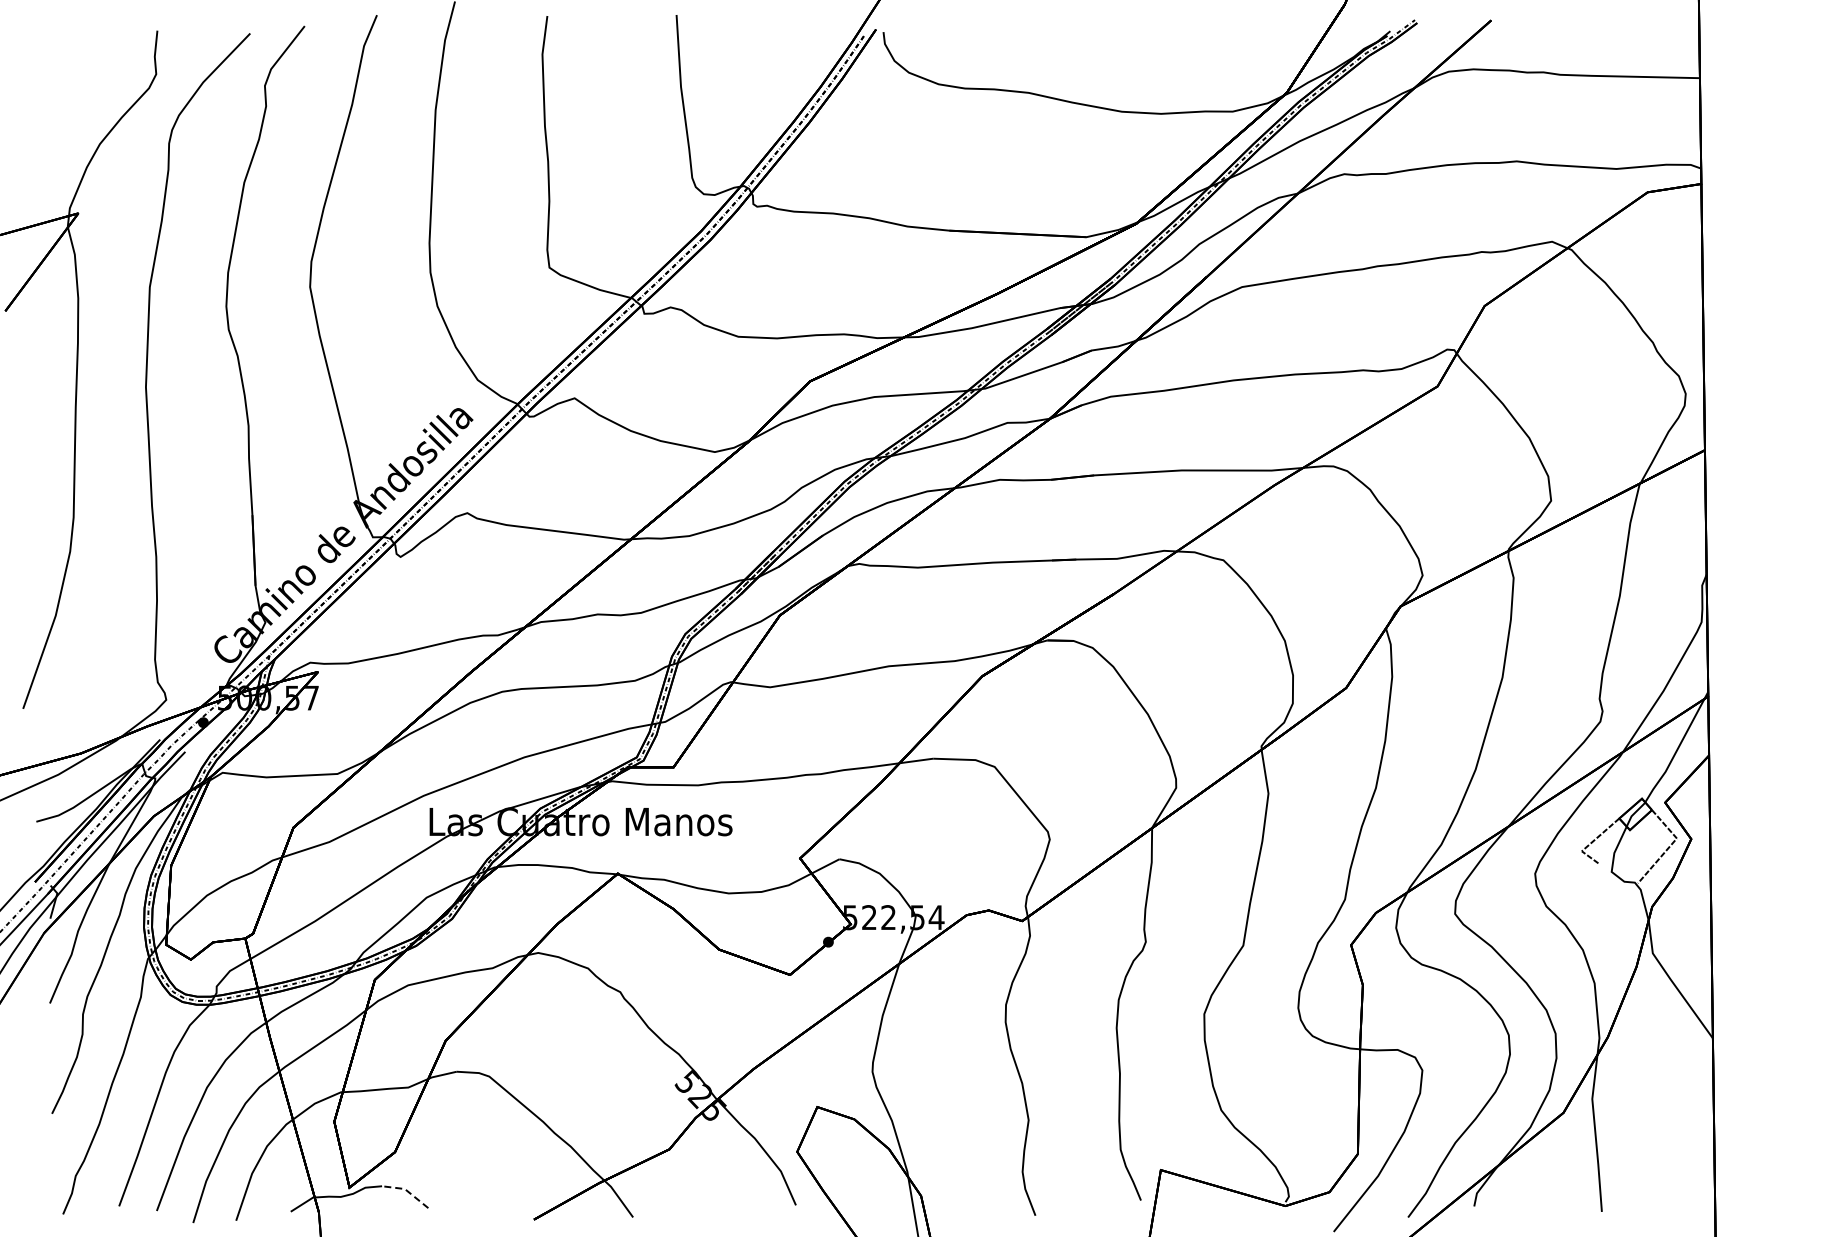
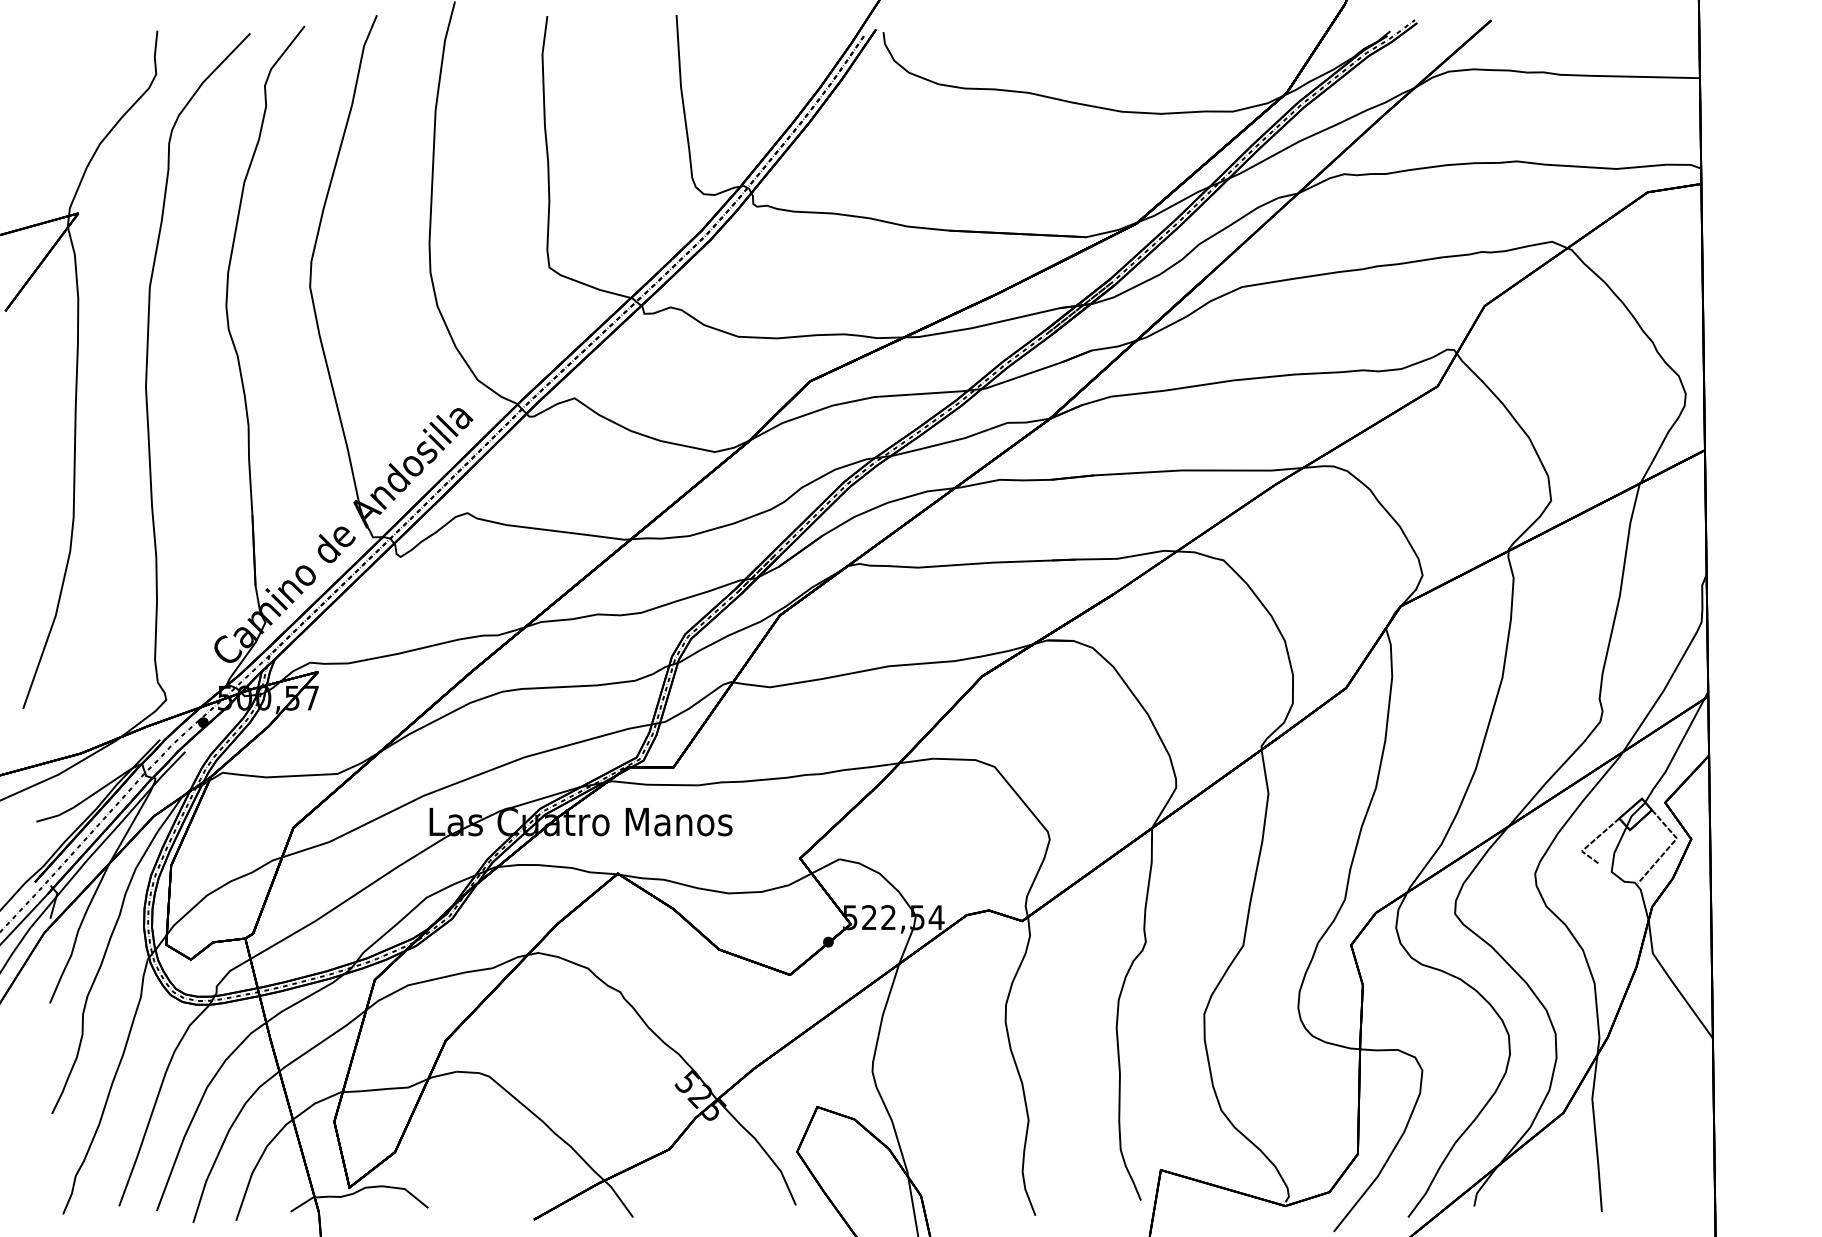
line at (407, 1190): dashed -> solid
